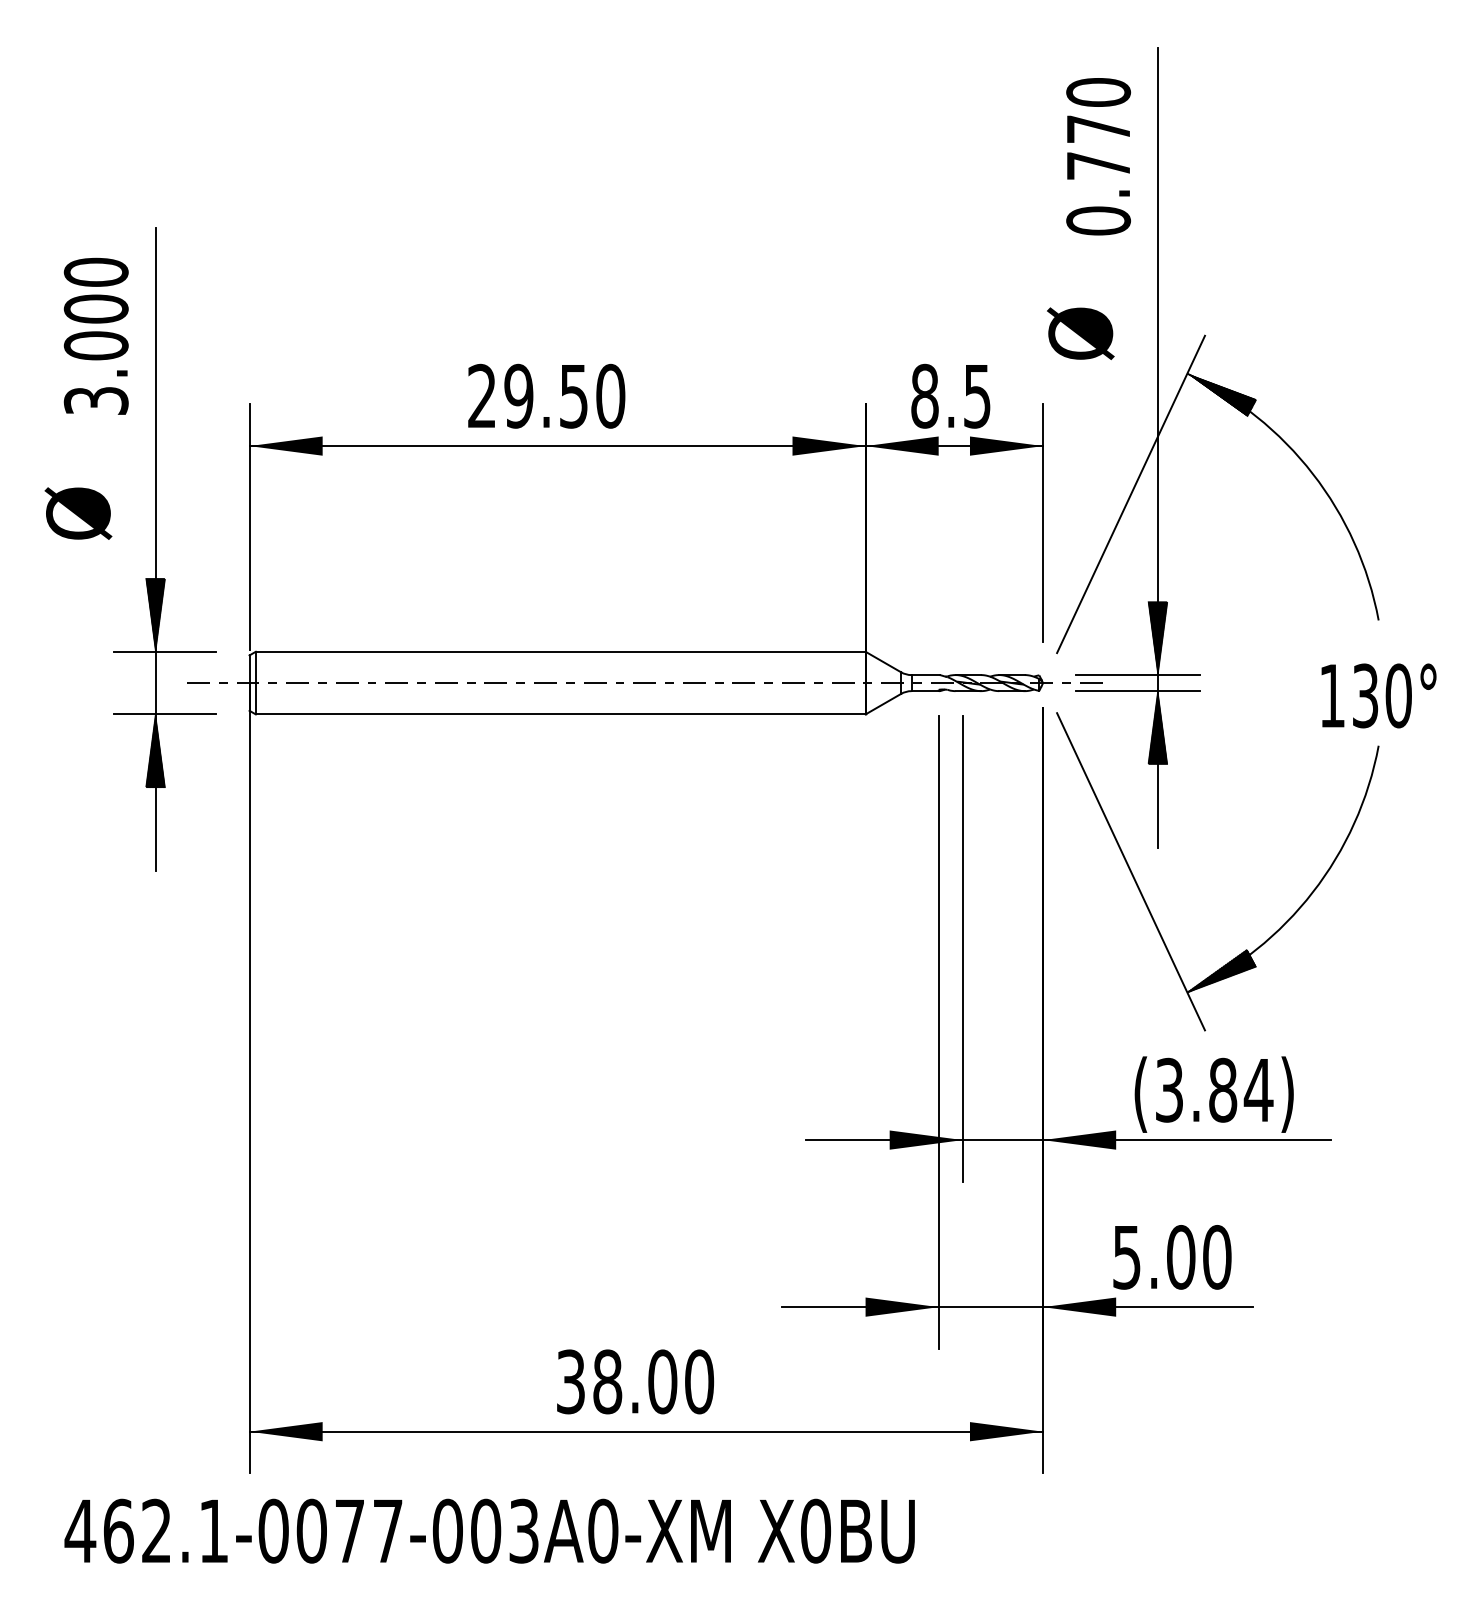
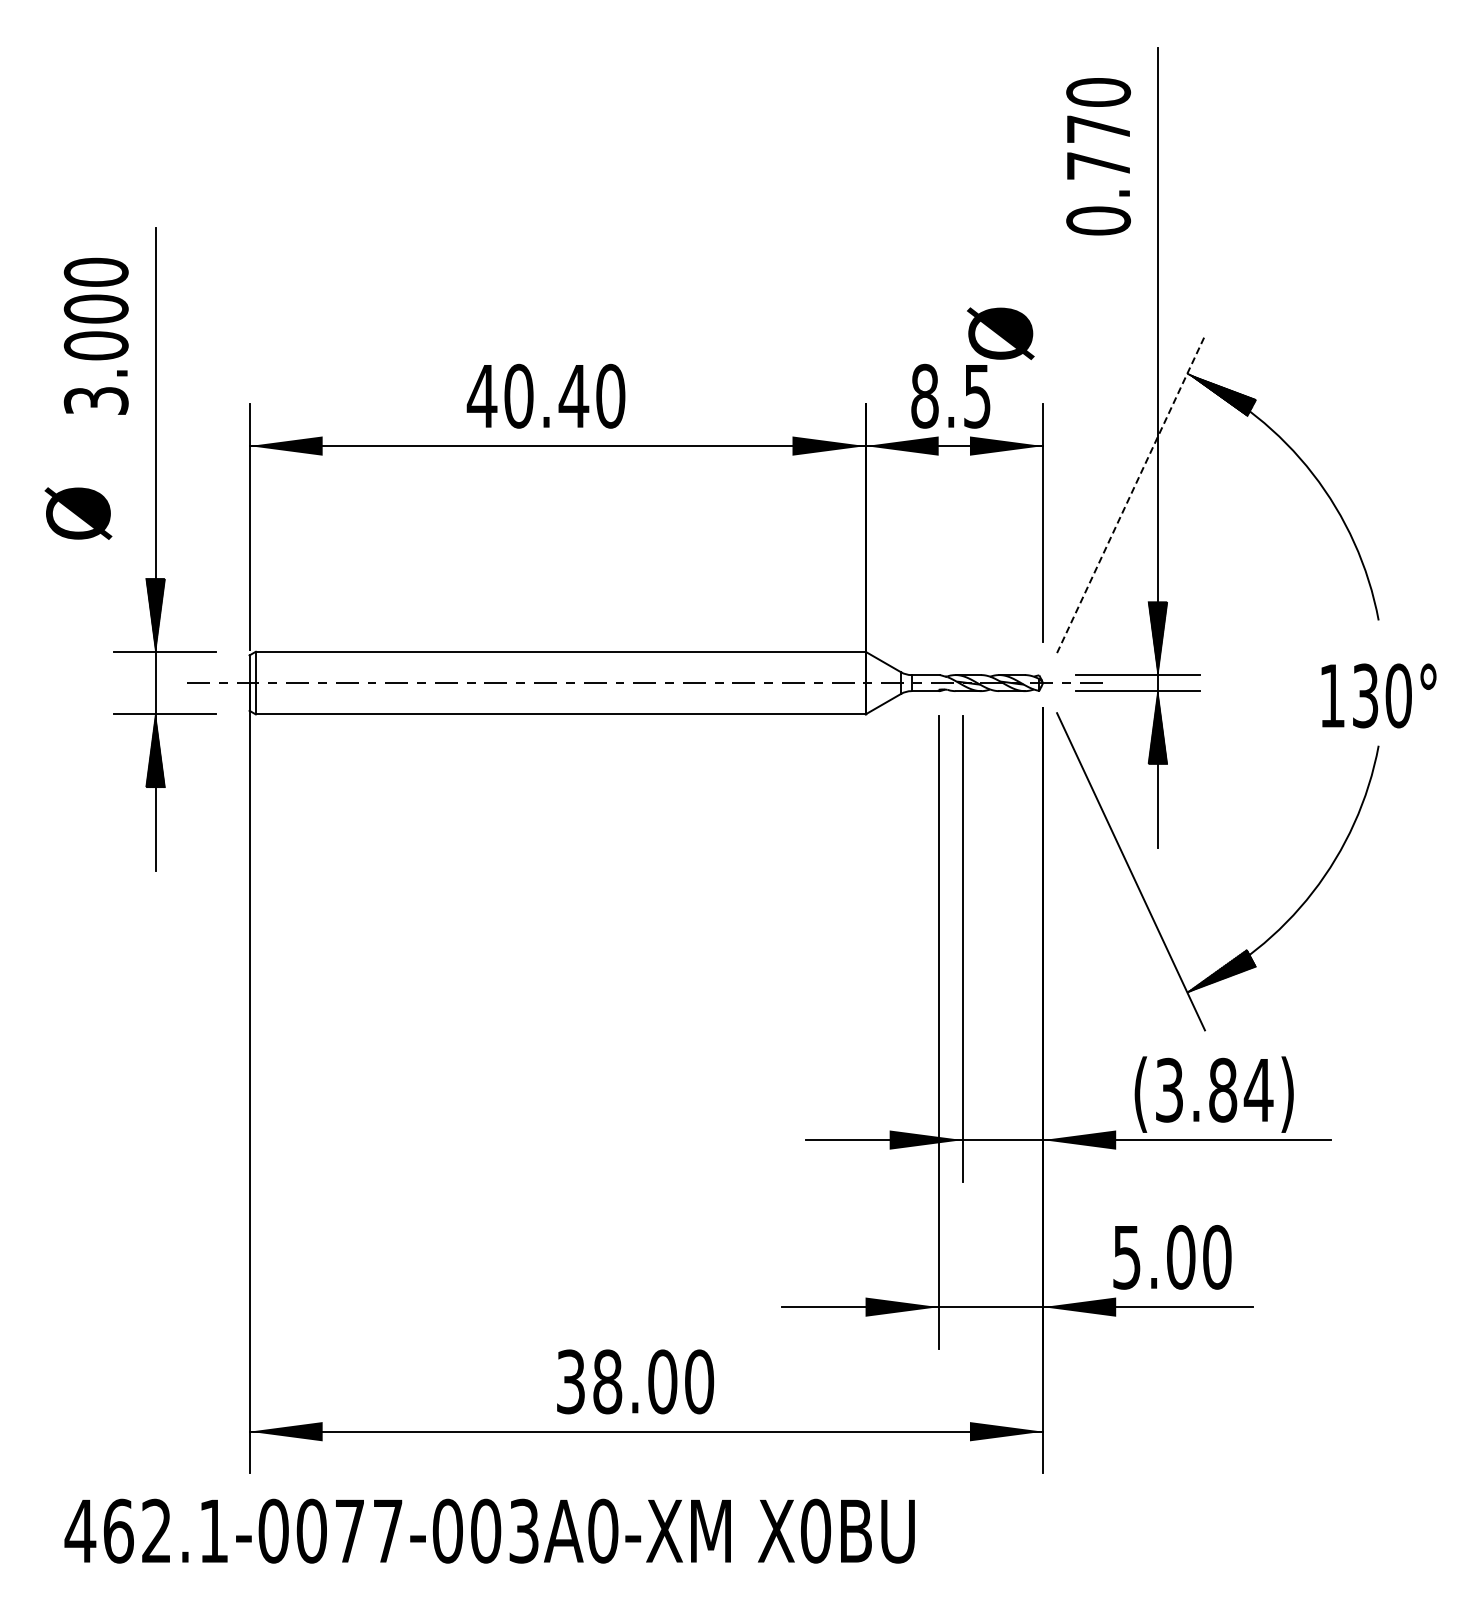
text at (1080, 333) position: (1080, 333) -> (1000, 333)
text at (527, 395): 29.50 -> 40.40
line at (1131, 493): solid -> dashed
